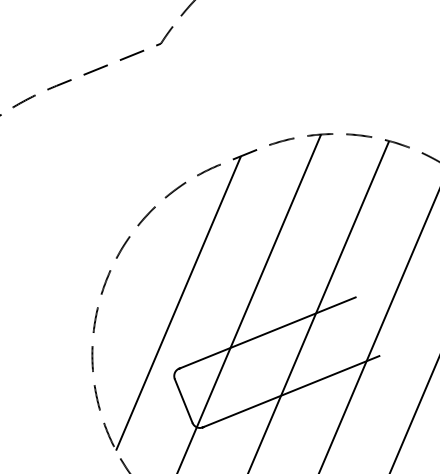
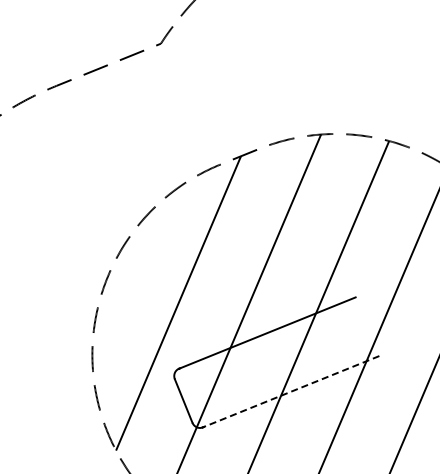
line at (290, 391): solid -> dashed
